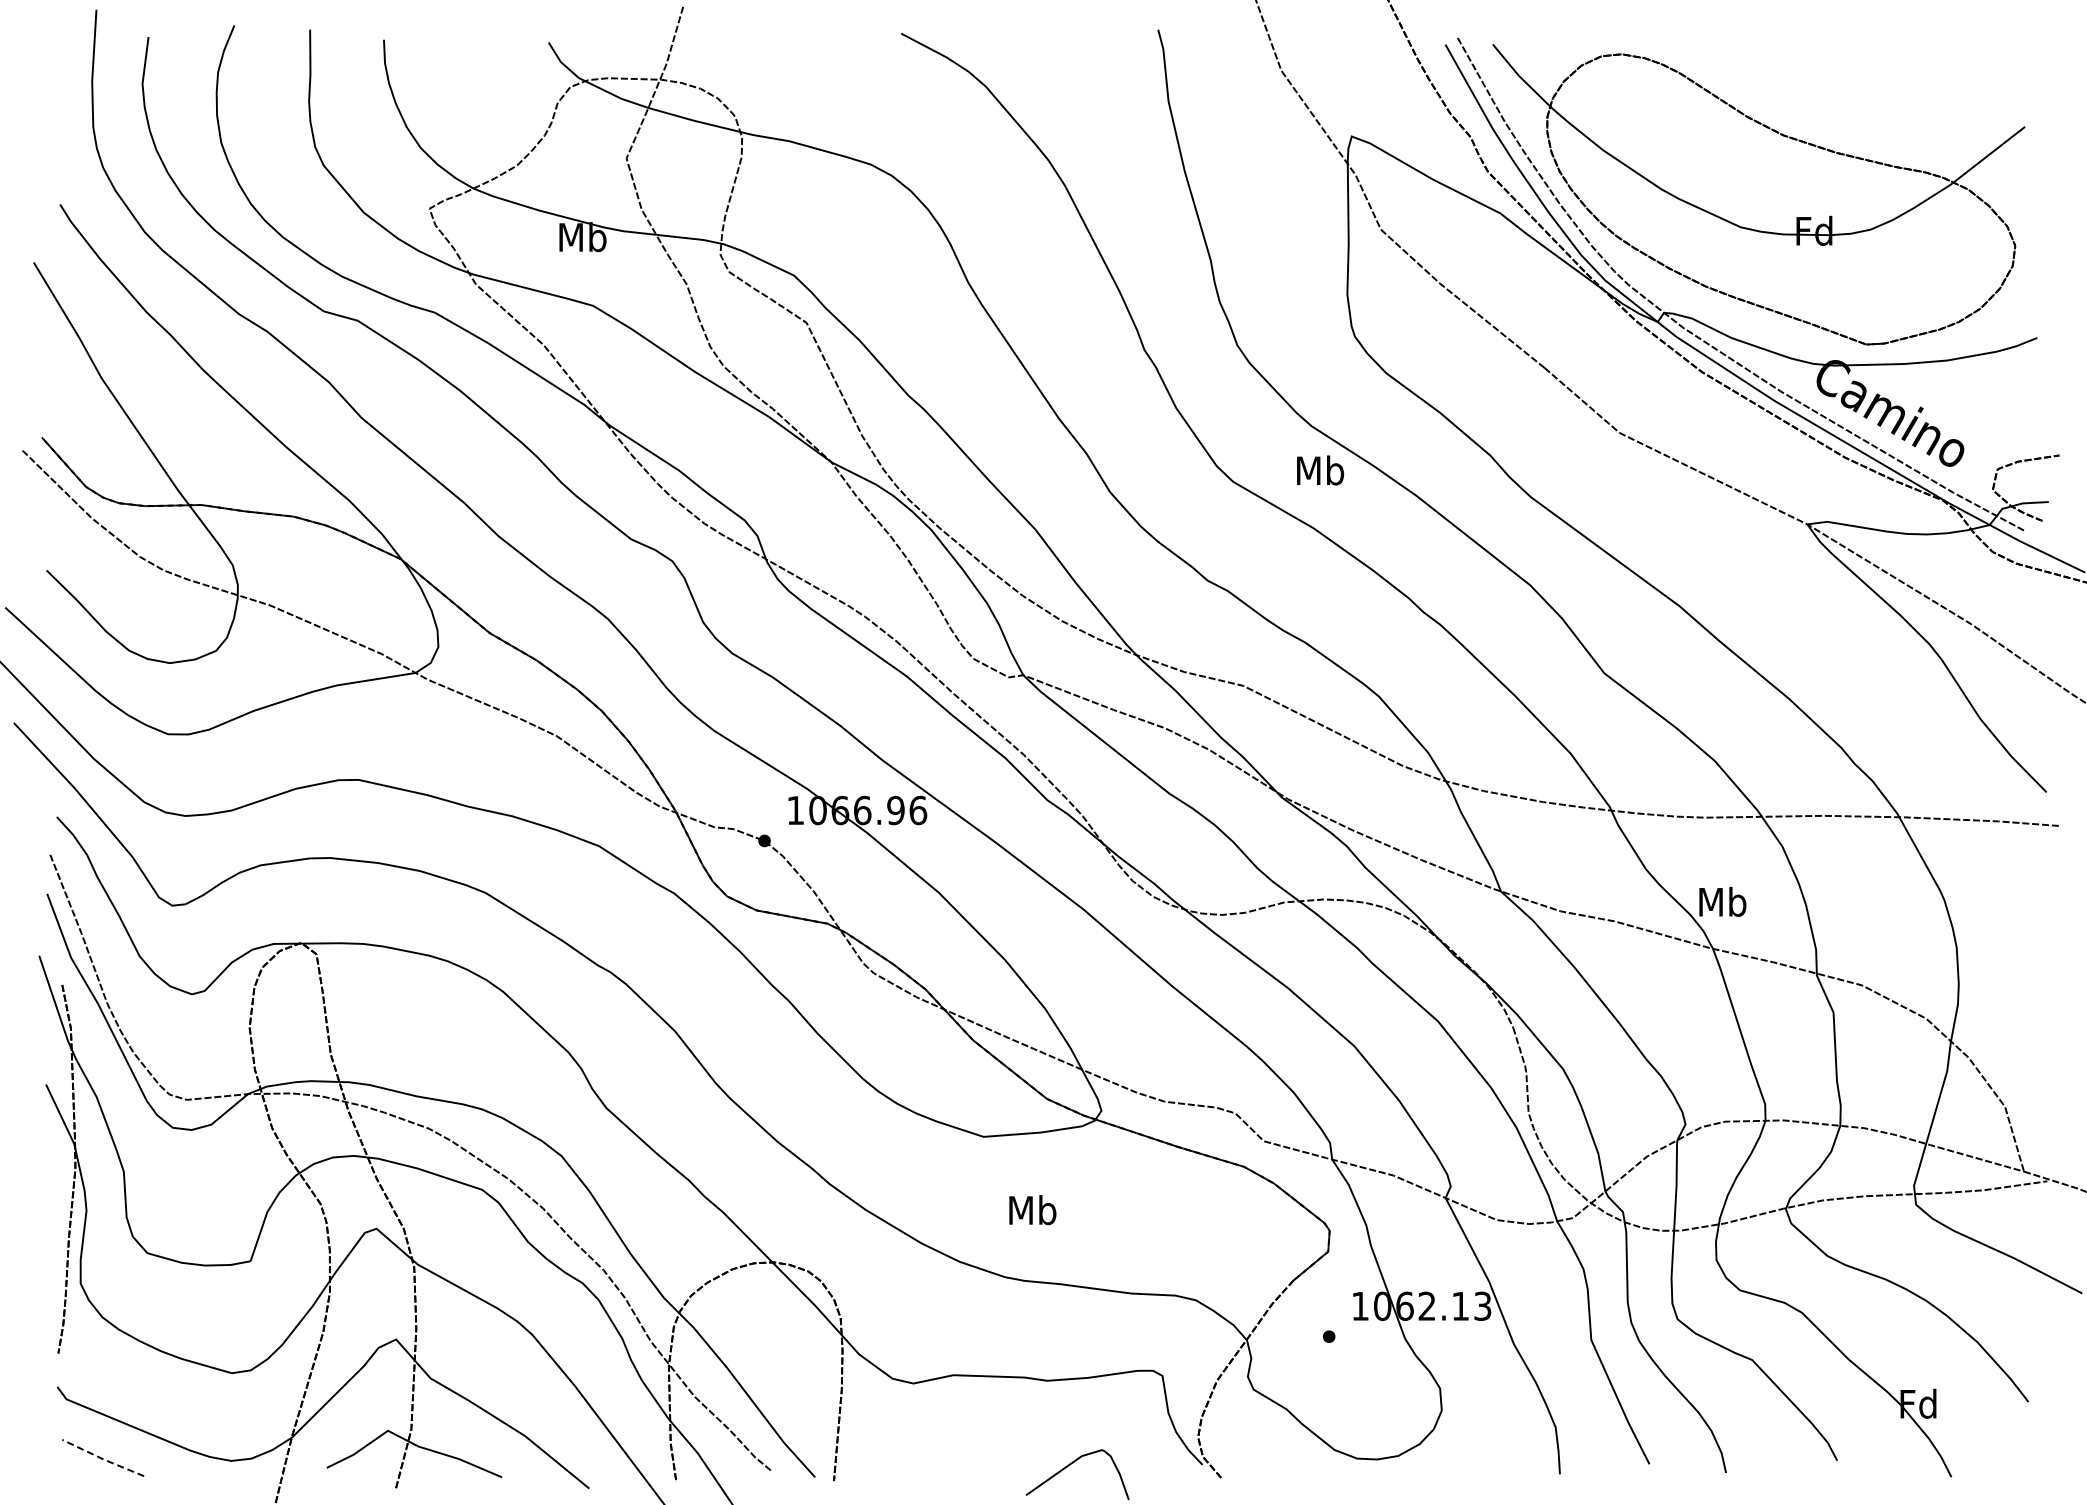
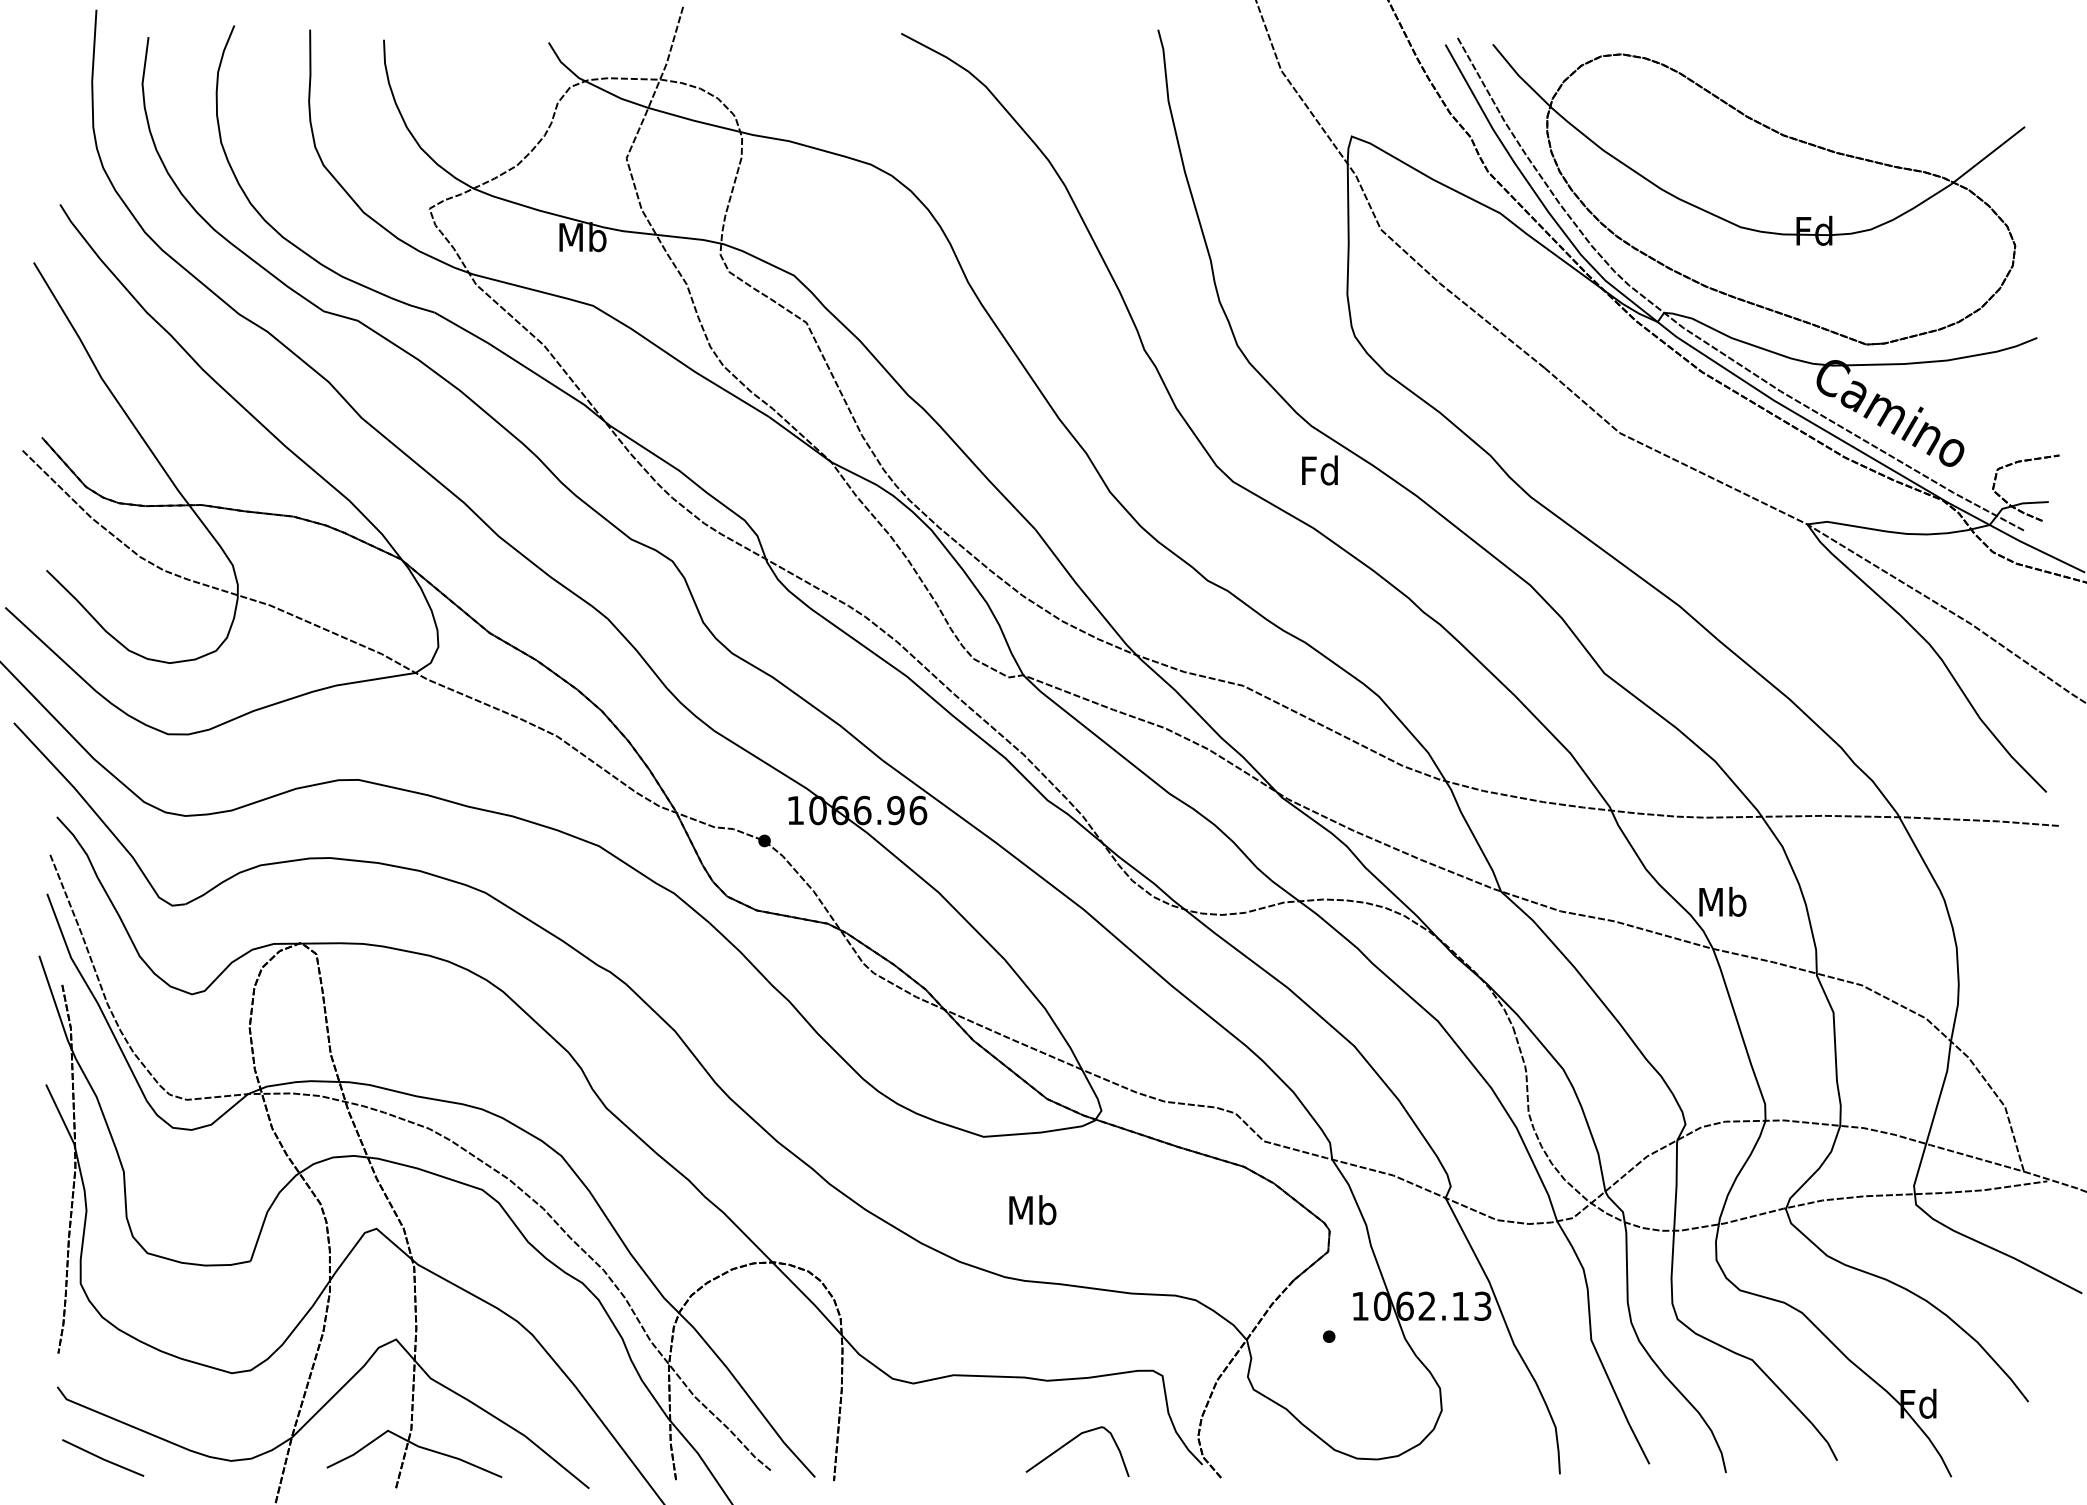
text at (1320, 470): Mb -> Fd
line at (103, 1459): dashed -> solid
curve at (1070, 1465) position: (1070, 1465) -> (1070, 1442)
